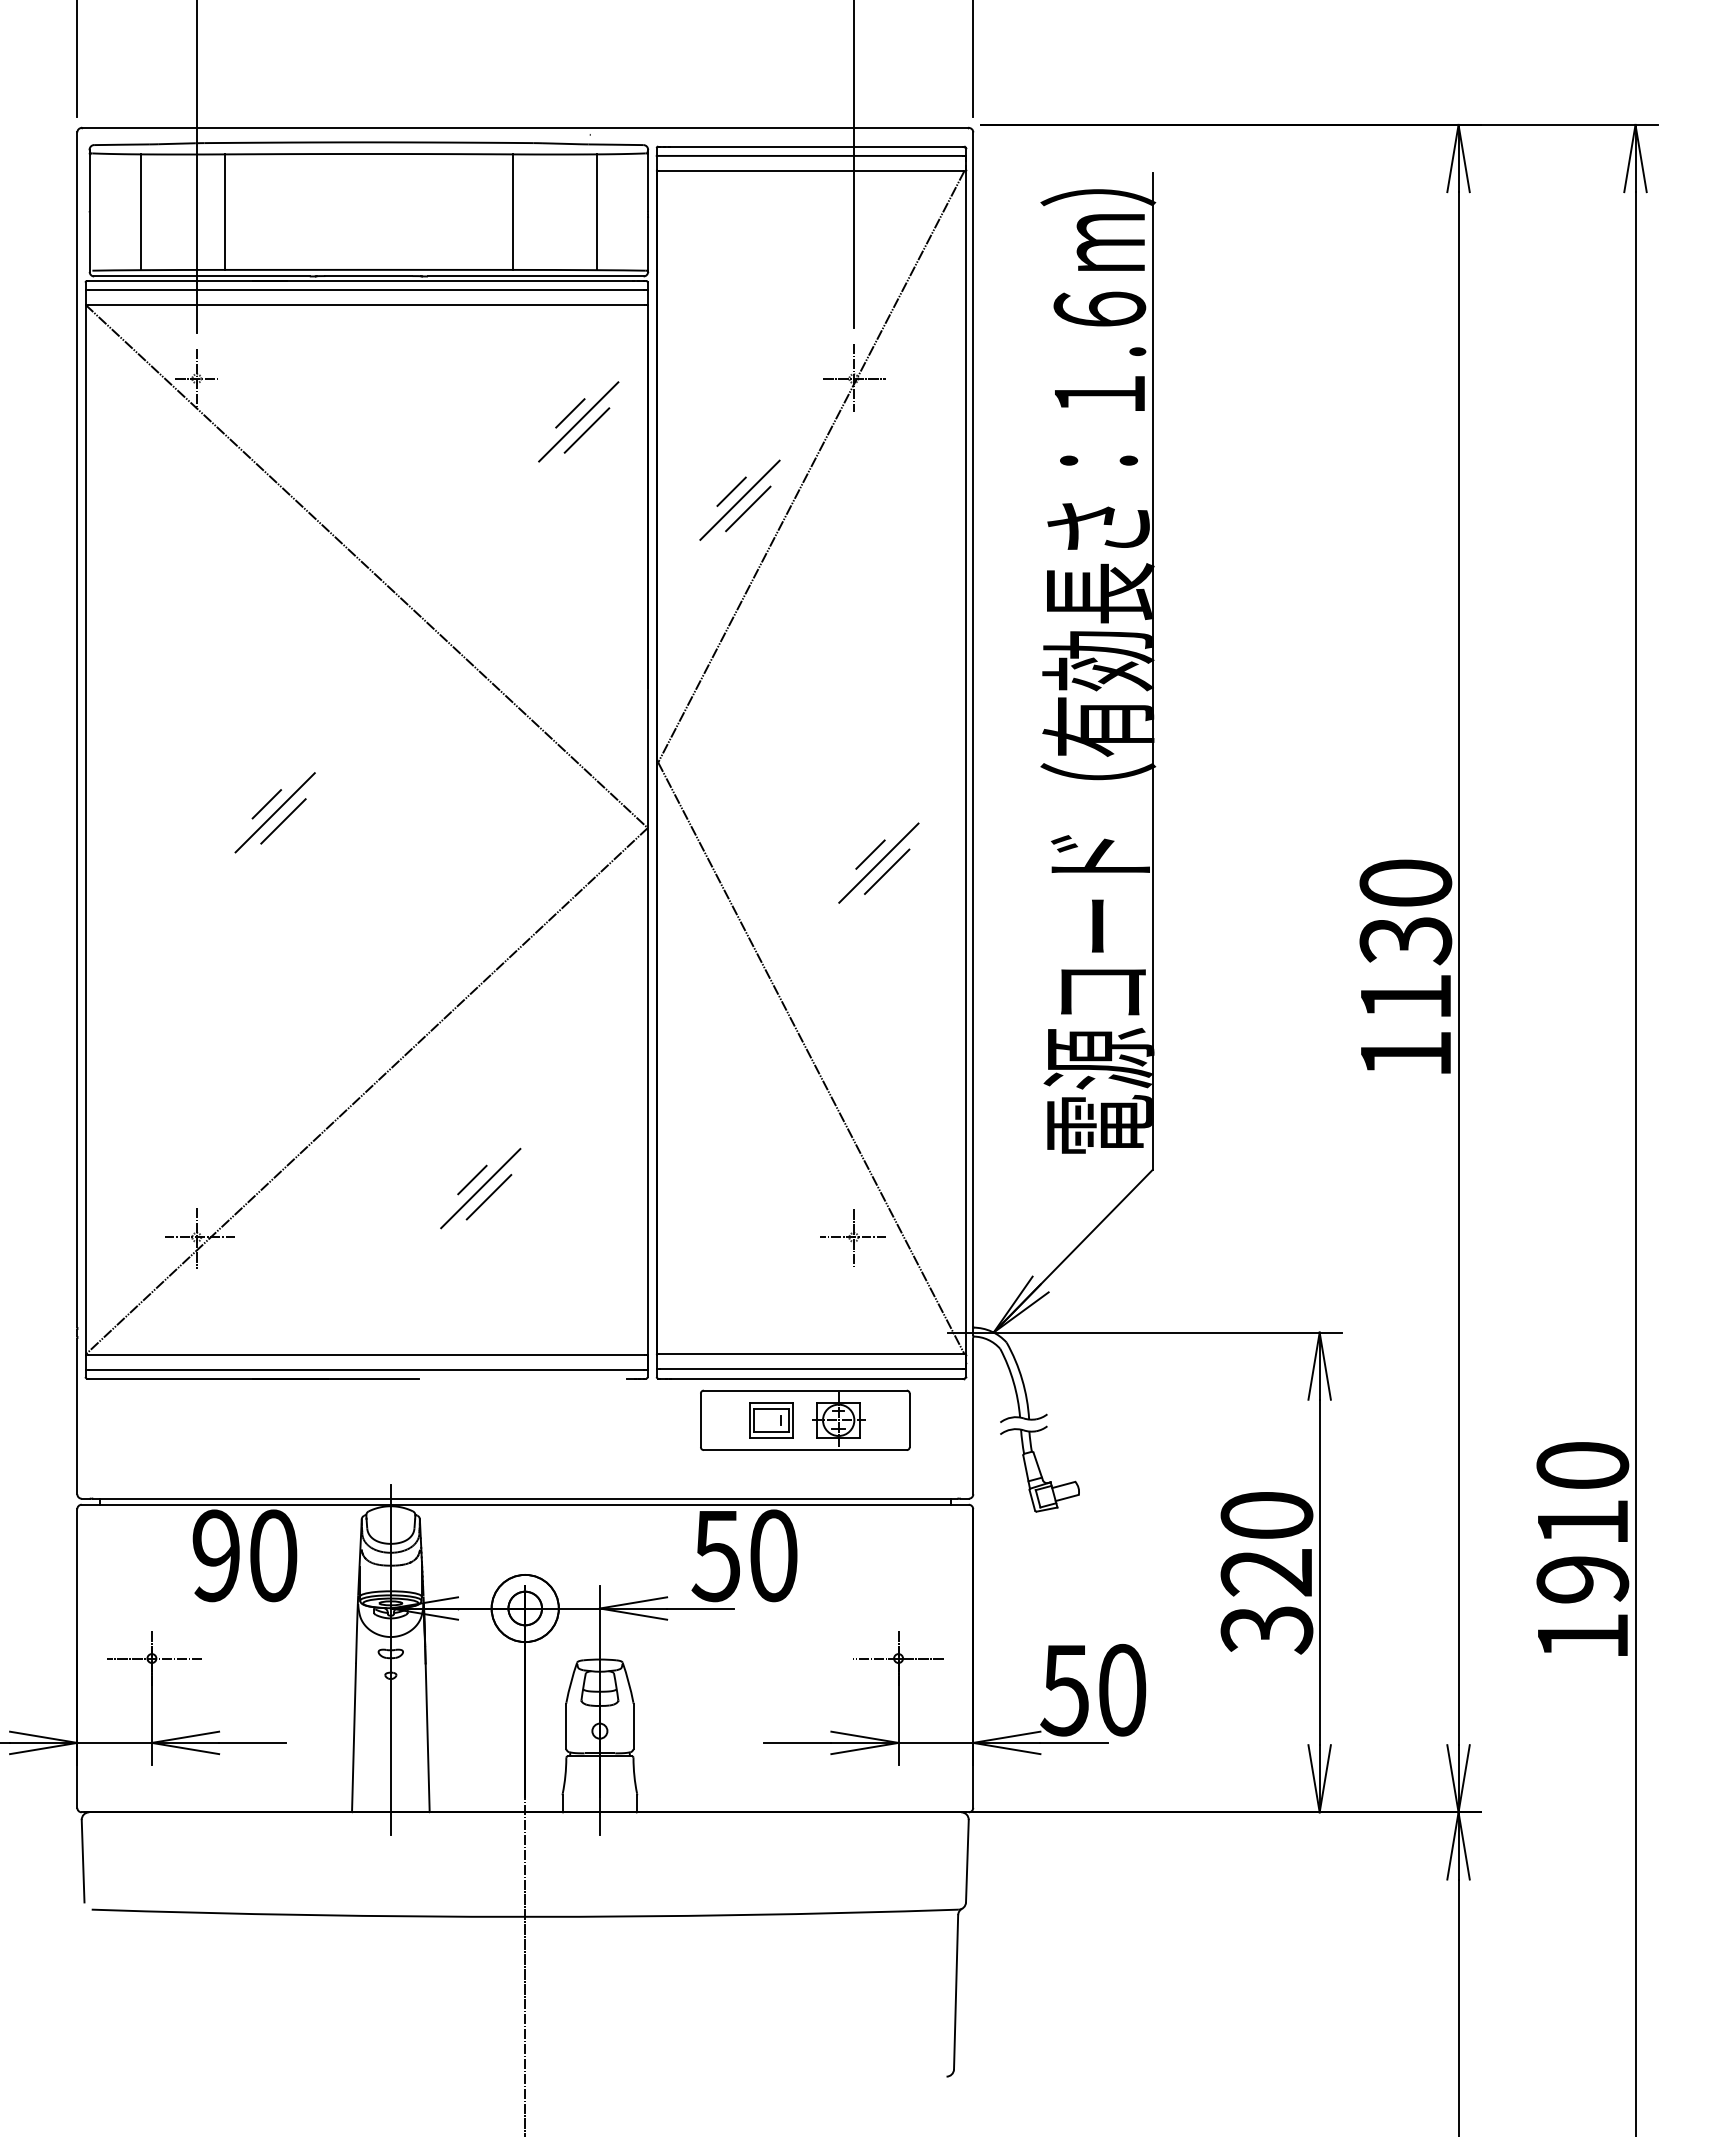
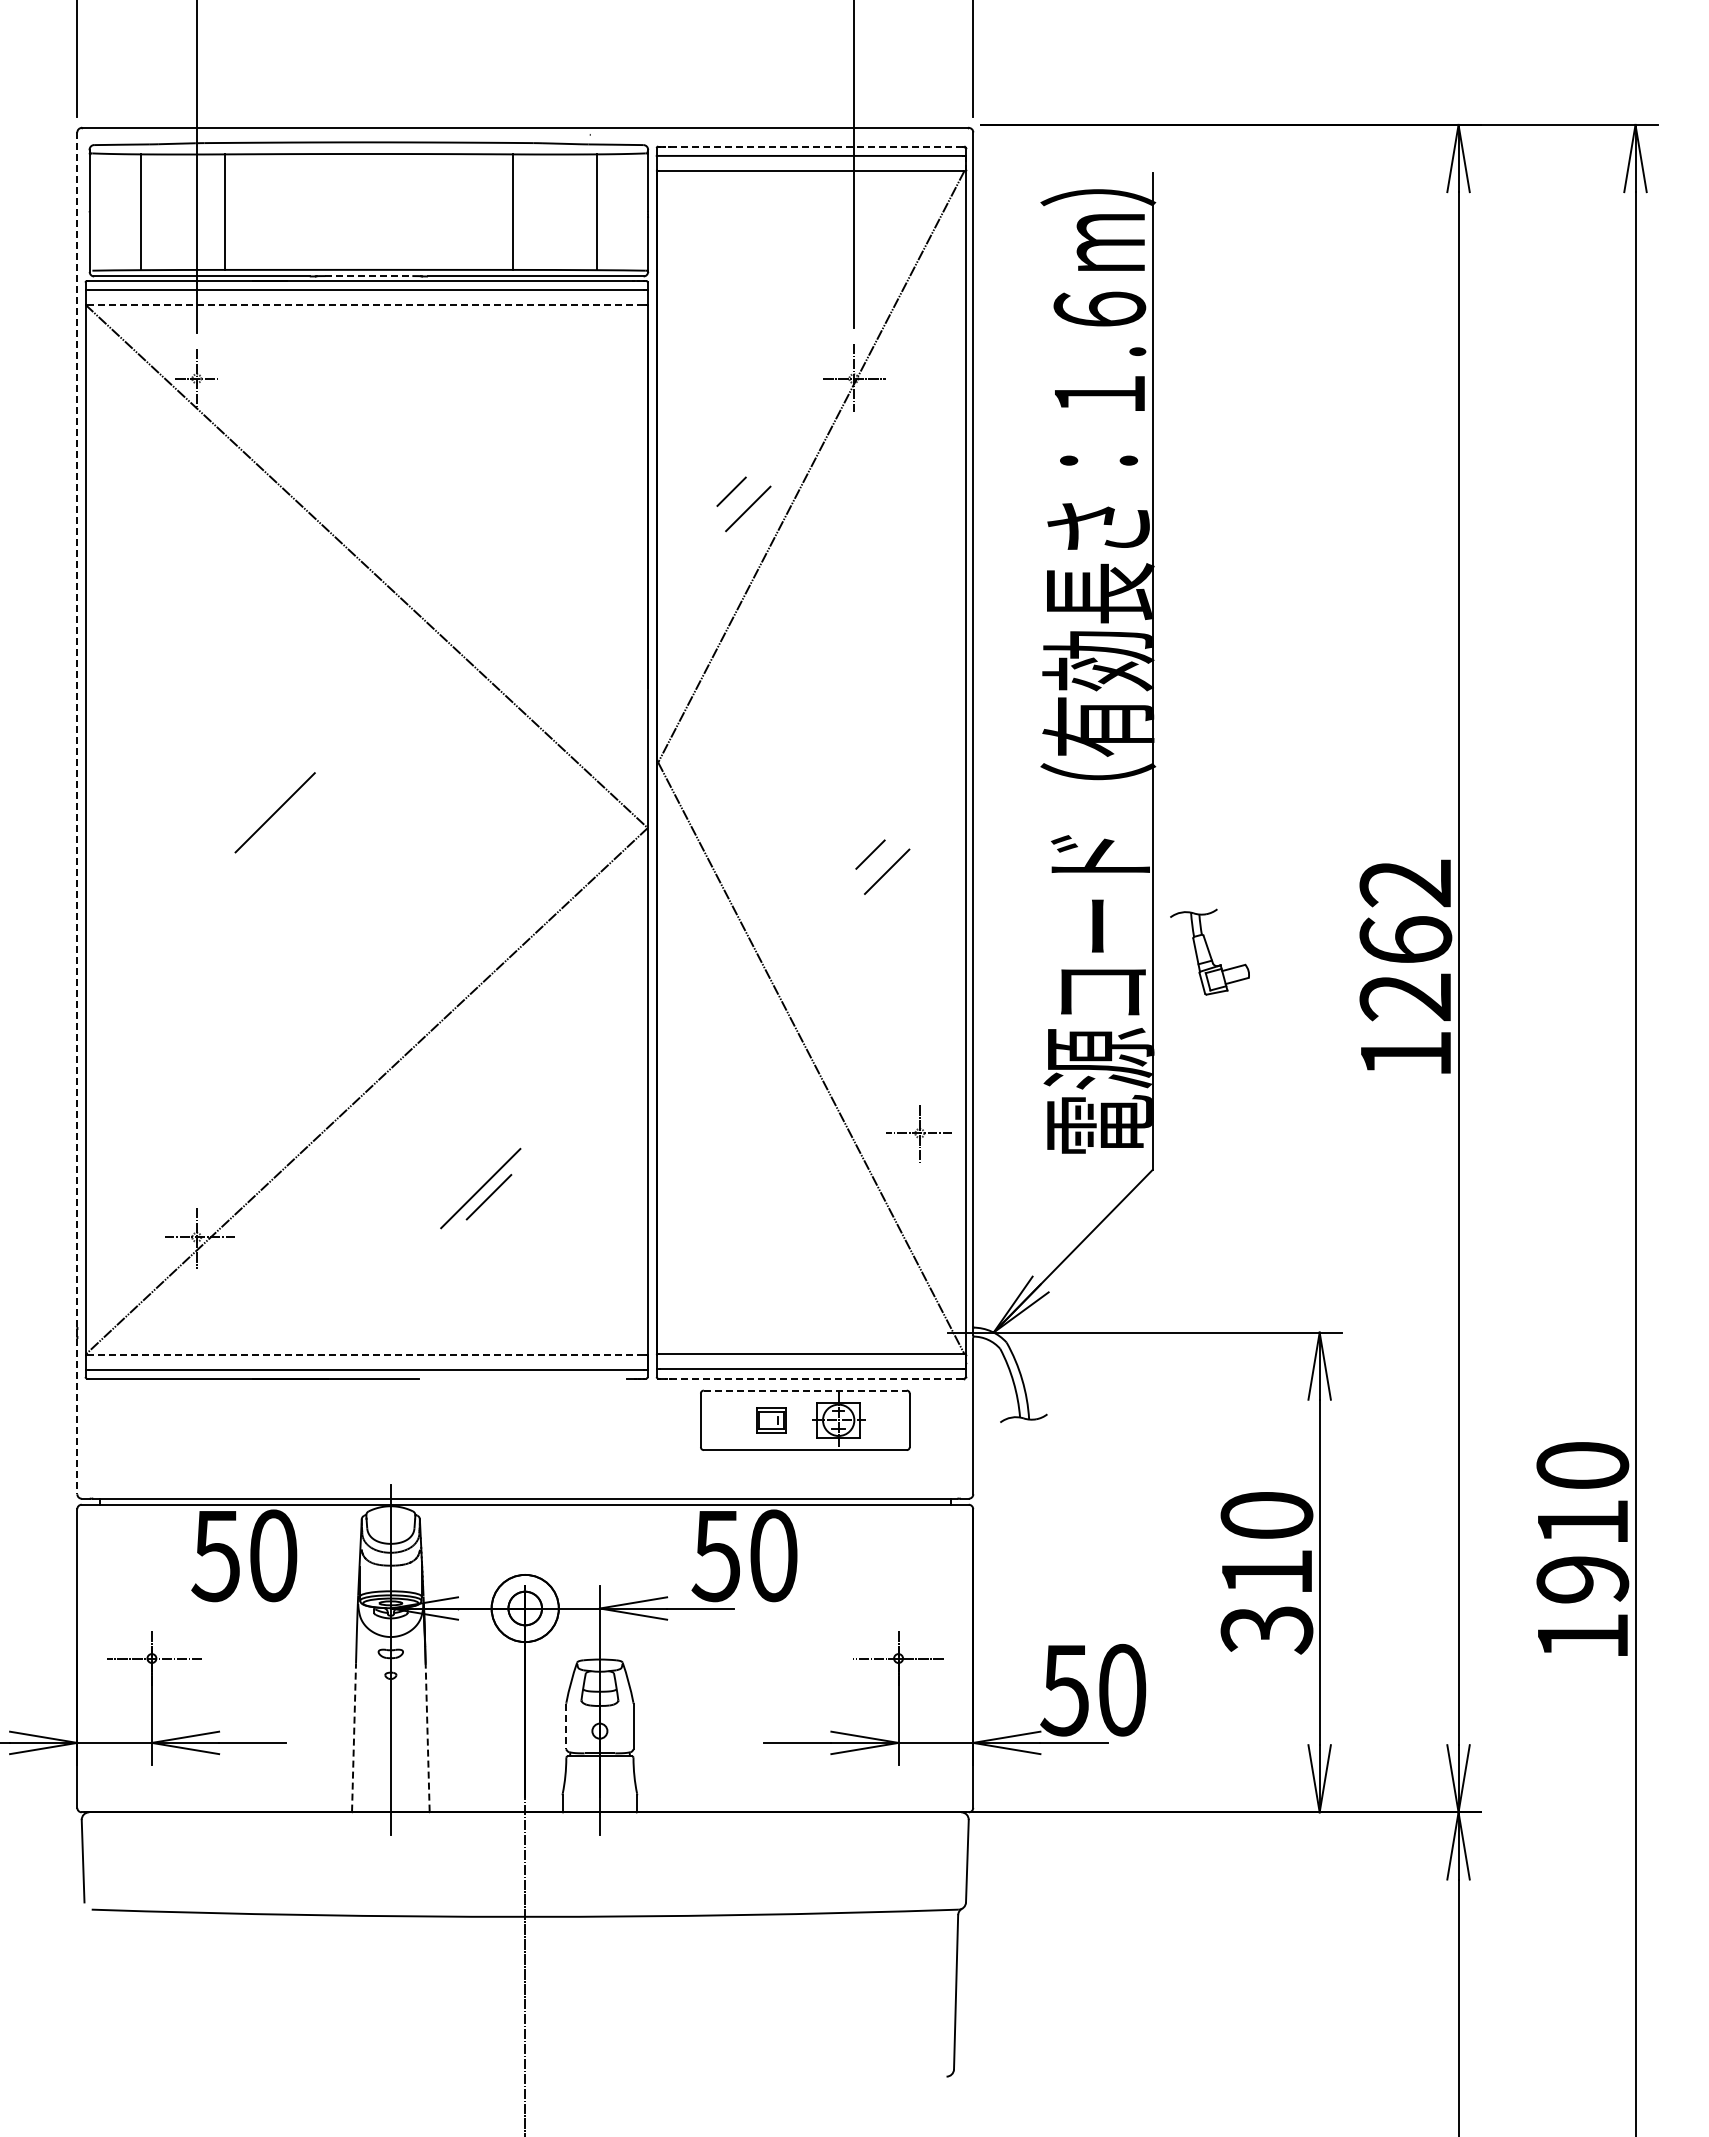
line at (810, 146): solid -> dashed
line at (369, 276): solid -> dashed
line at (366, 304): solid -> dashed
line at (570, 413): present -> none
line at (578, 421): present -> none
line at (586, 430): present -> none
line at (739, 499): present -> none
line at (77, 730): solid -> dashed
line at (266, 804): present -> none
line at (283, 821): present -> none
line at (878, 862): present -> none
text at (1405, 940): 1130 -> 1262
line at (472, 1179): present -> none
part at (852, 1237) position: (852, 1237) -> (918, 1133)
line at (366, 1354): solid -> dashed
line at (810, 1378): solid -> dashed
line at (805, 1390): solid -> dashed
line at (77, 1416): solid -> dashed
part at (771, 1420) size: 45x37 px -> 31x27 px
part at (1039, 1468) position: (1039, 1468) -> (1209, 951)
text at (215, 1555): 90 -> 50
text at (1265, 1572): 320 -> 310
line at (566, 1726): solid -> dashed
line at (354, 1737): solid -> dashed
line at (427, 1737): solid -> dashed
